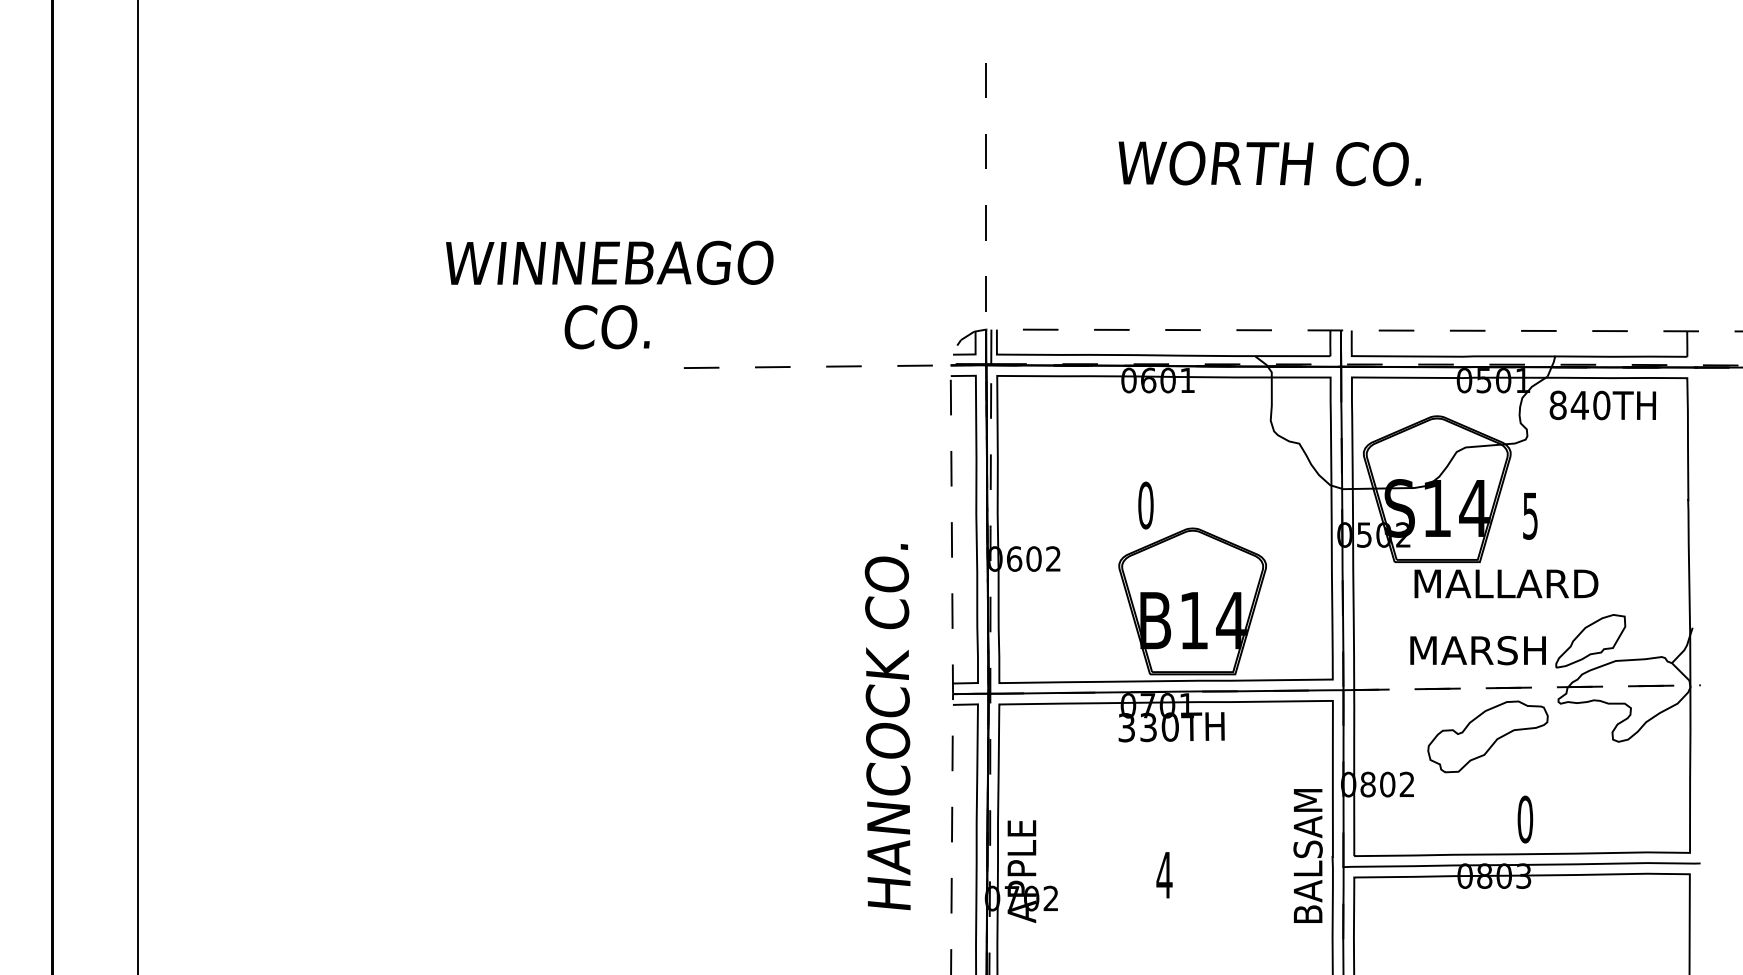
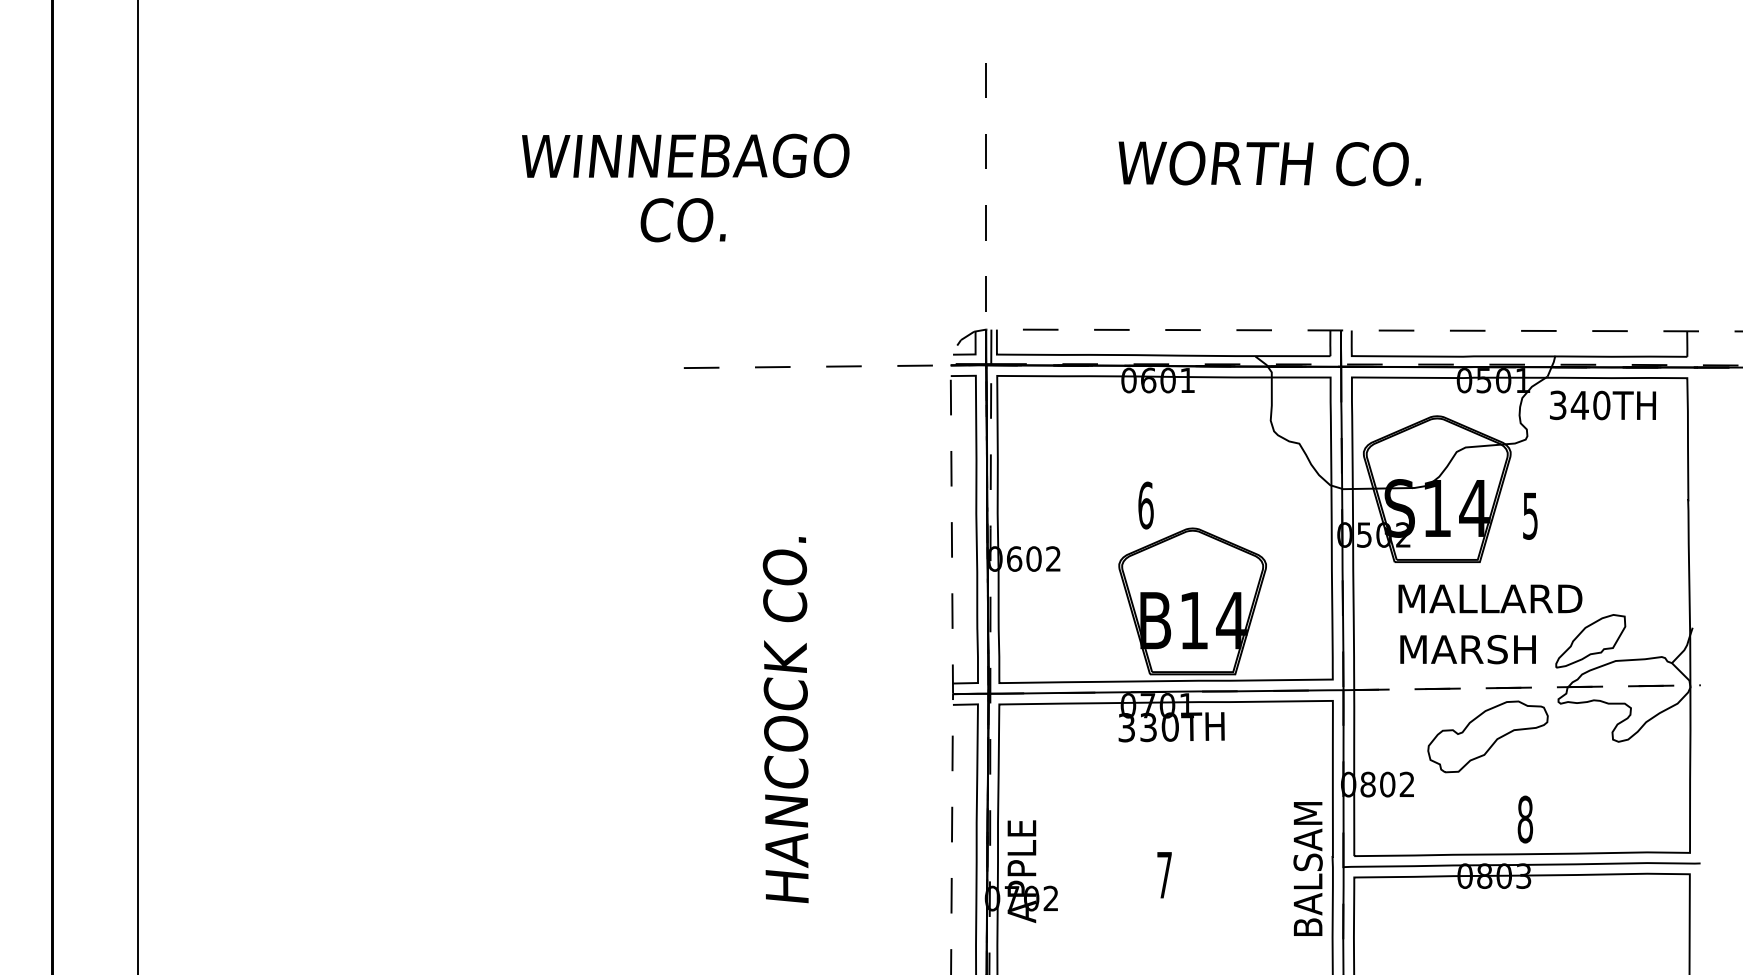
text at (609, 294) position: (609, 294) -> (685, 187)
text at (1557, 405): 840TH -> 340TH
text at (1145, 505): 0 -> 6
text at (1506, 583) position: (1506, 583) -> (1490, 598)
text at (1477, 650) position: (1477, 650) -> (1467, 649)
text at (887, 727) position: (887, 727) -> (785, 720)
text at (1525, 819): 0 -> 8
text at (1307, 855) position: (1307, 855) -> (1307, 868)
text at (1164, 875): 4 -> 7
